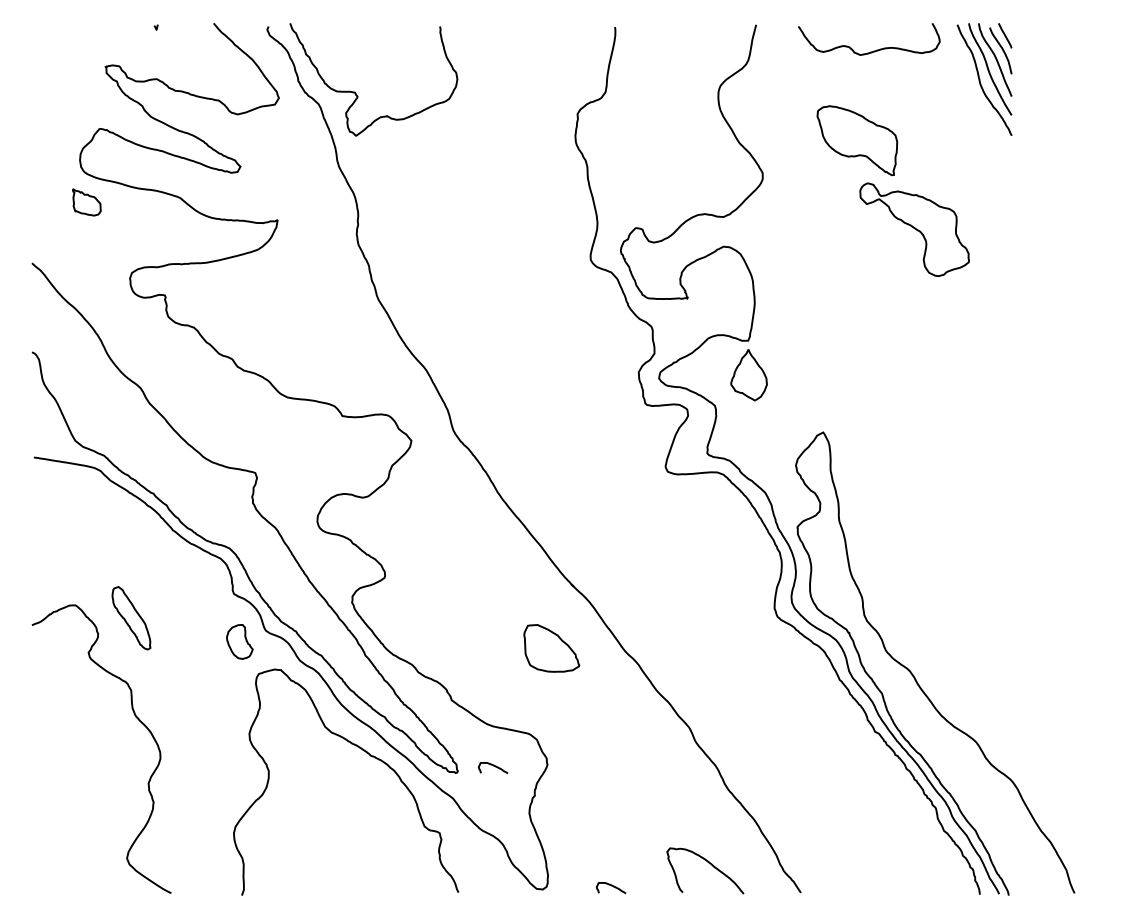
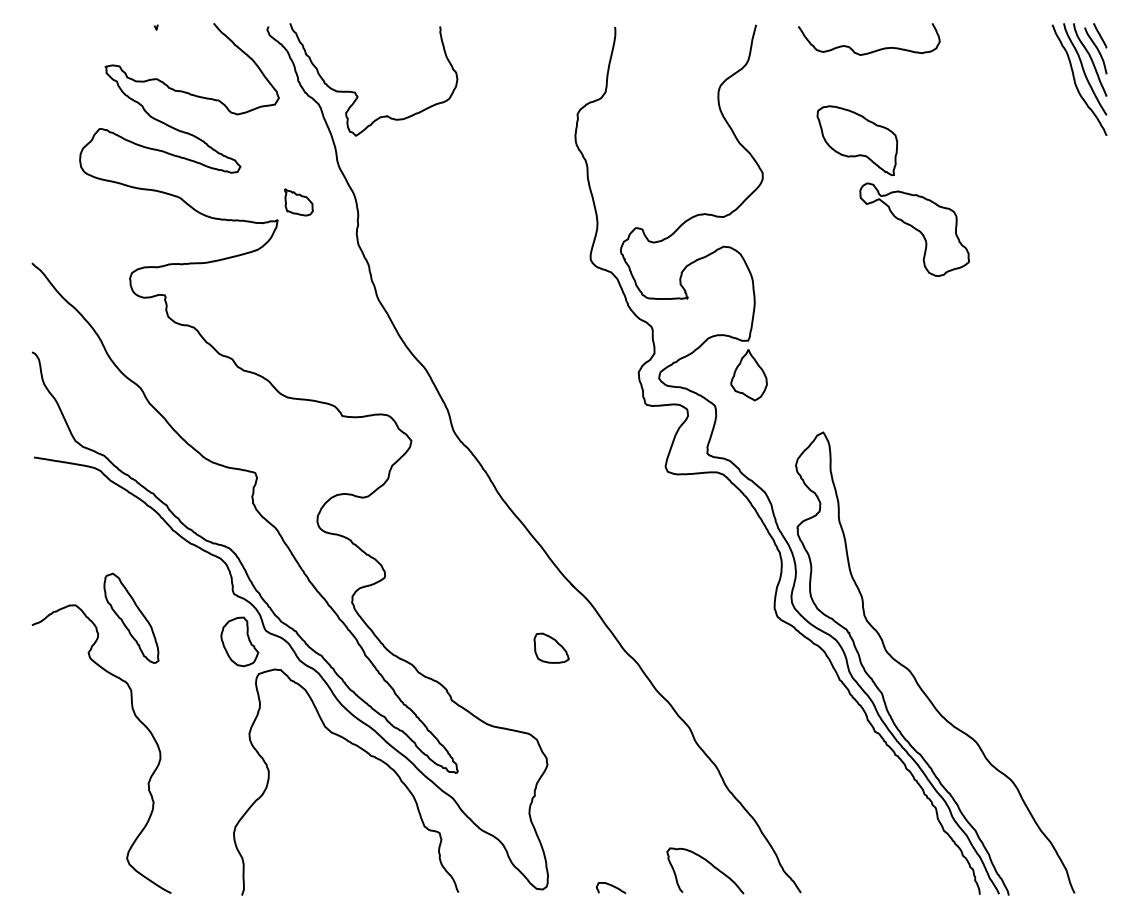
part at (984, 79) position: (984, 79) -> (1079, 79)
part at (86, 202) position: (86, 202) -> (298, 202)
part at (131, 618) size: 41x65 px -> 57x92 px
part at (239, 641) size: 28x36 px -> 40x52 px
part at (551, 648) size: 58x49 px -> 37x32 px
curve at (493, 766): present -> none
